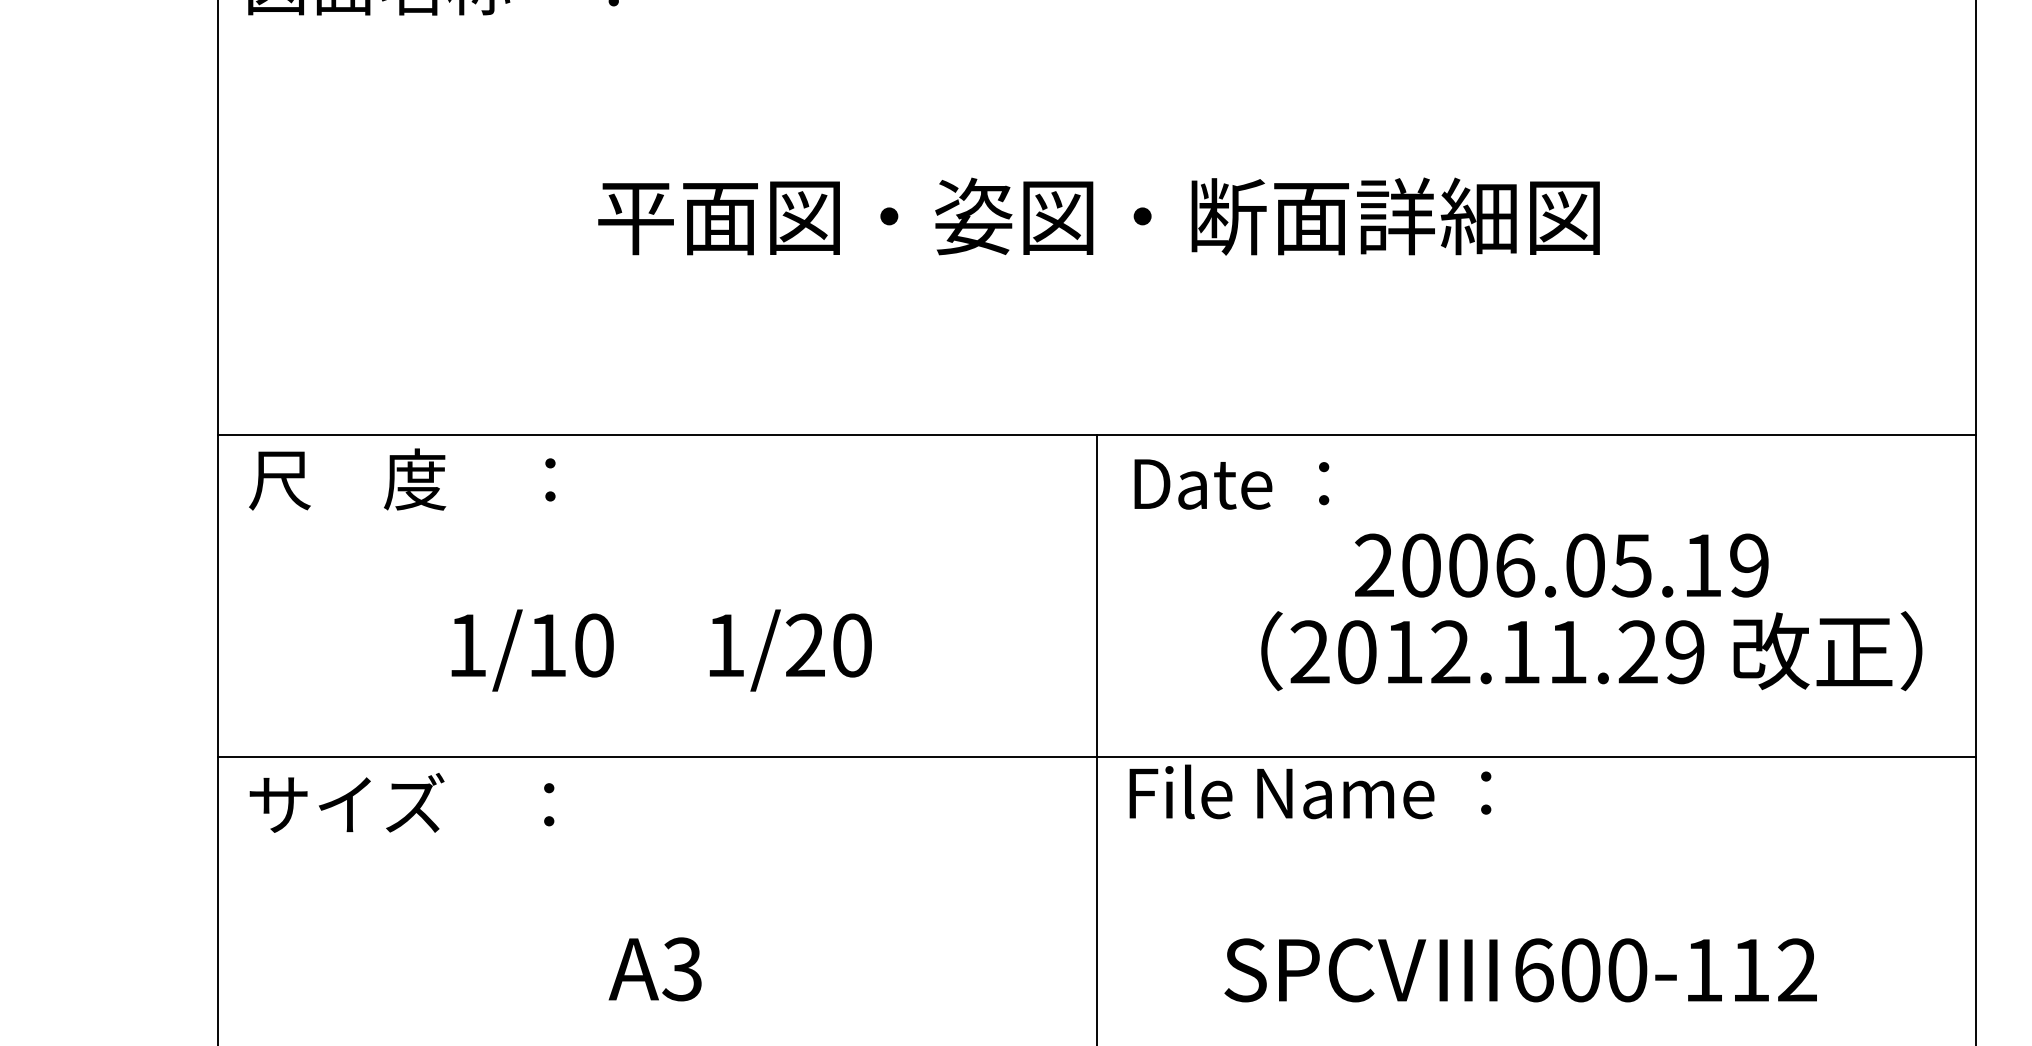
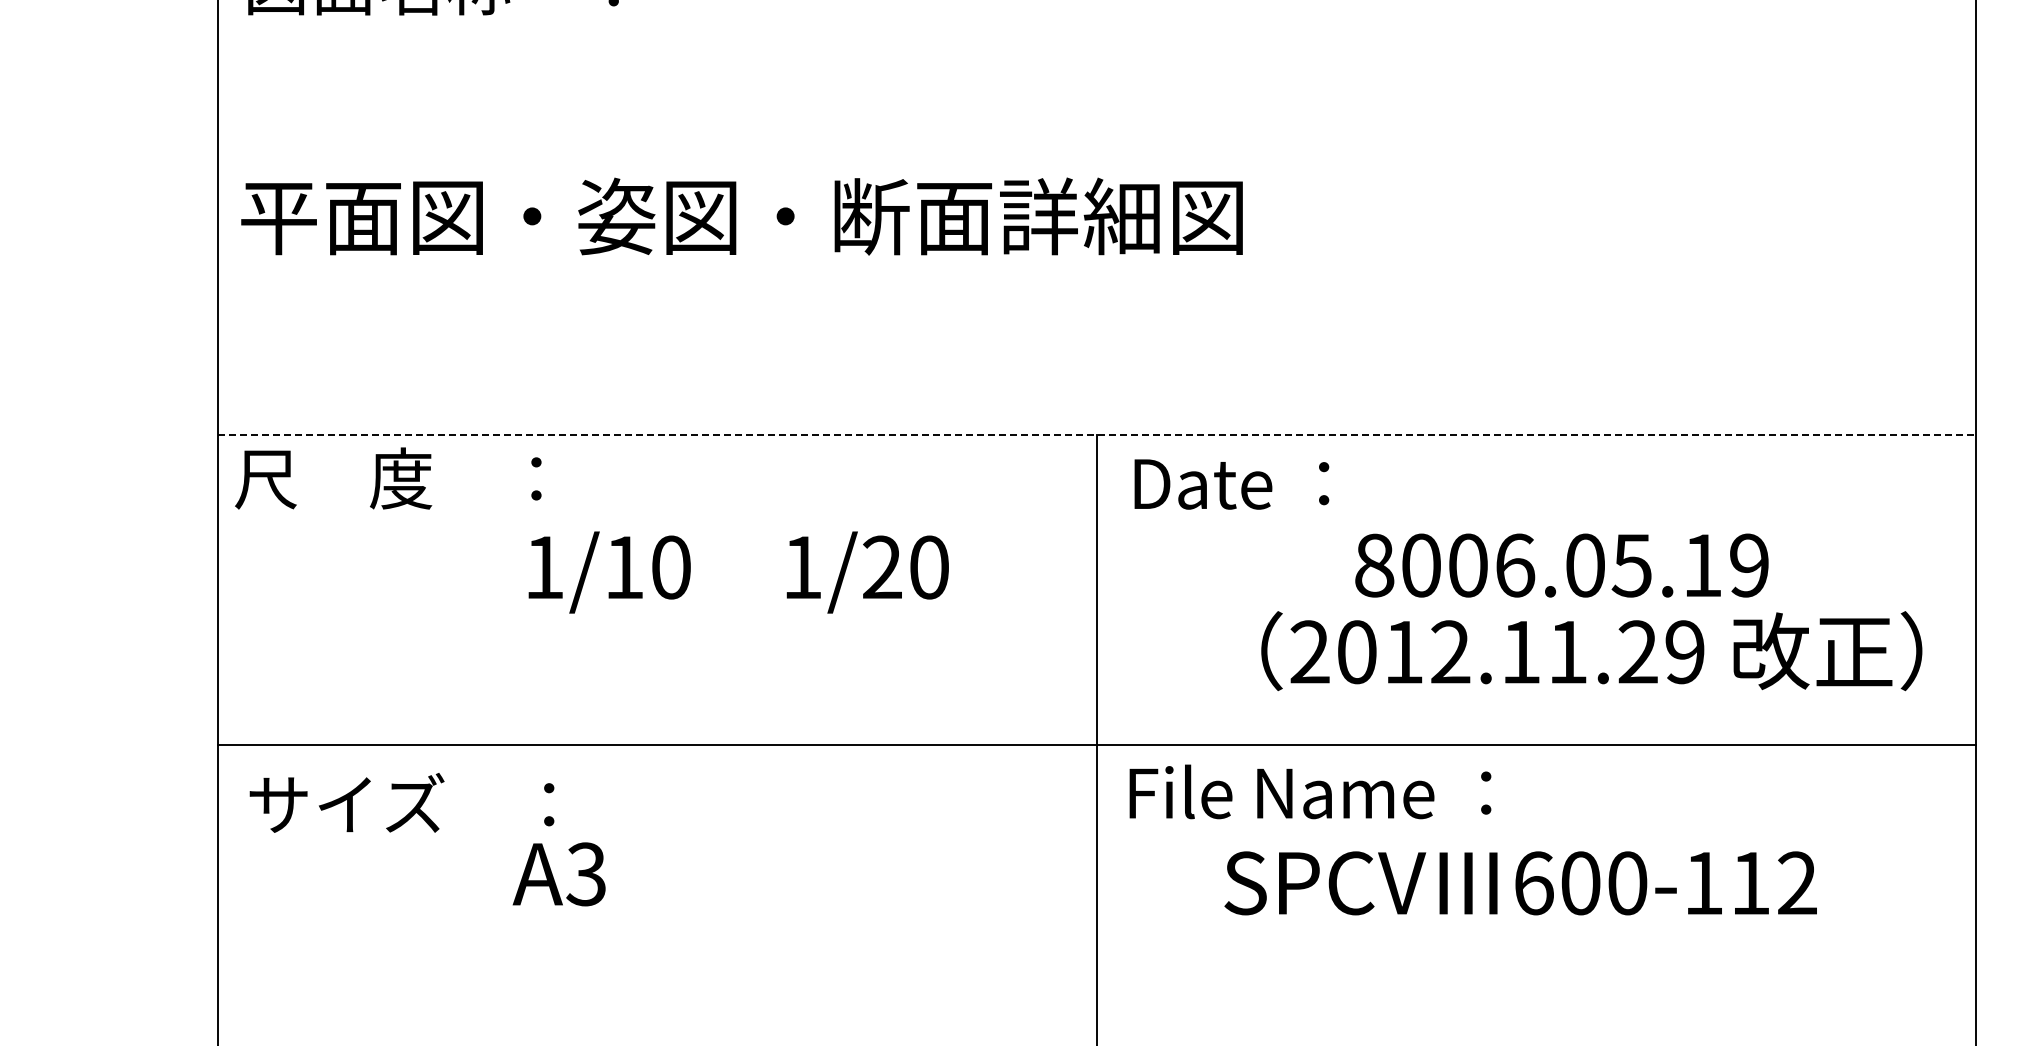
text at (1098, 216) position: (1098, 216) -> (741, 216)
line at (1096, 435): solid -> dashed
text at (402, 479) position: (402, 479) -> (388, 478)
text at (1374, 565): 2006.05.19 -> 8006.05.19
text at (661, 650) position: (661, 650) -> (738, 572)
line at (1096, 757) position: (1096, 757) -> (1096, 745)
text at (654, 969) position: (654, 969) -> (558, 874)
text at (1520, 970) position: (1520, 970) -> (1520, 883)
